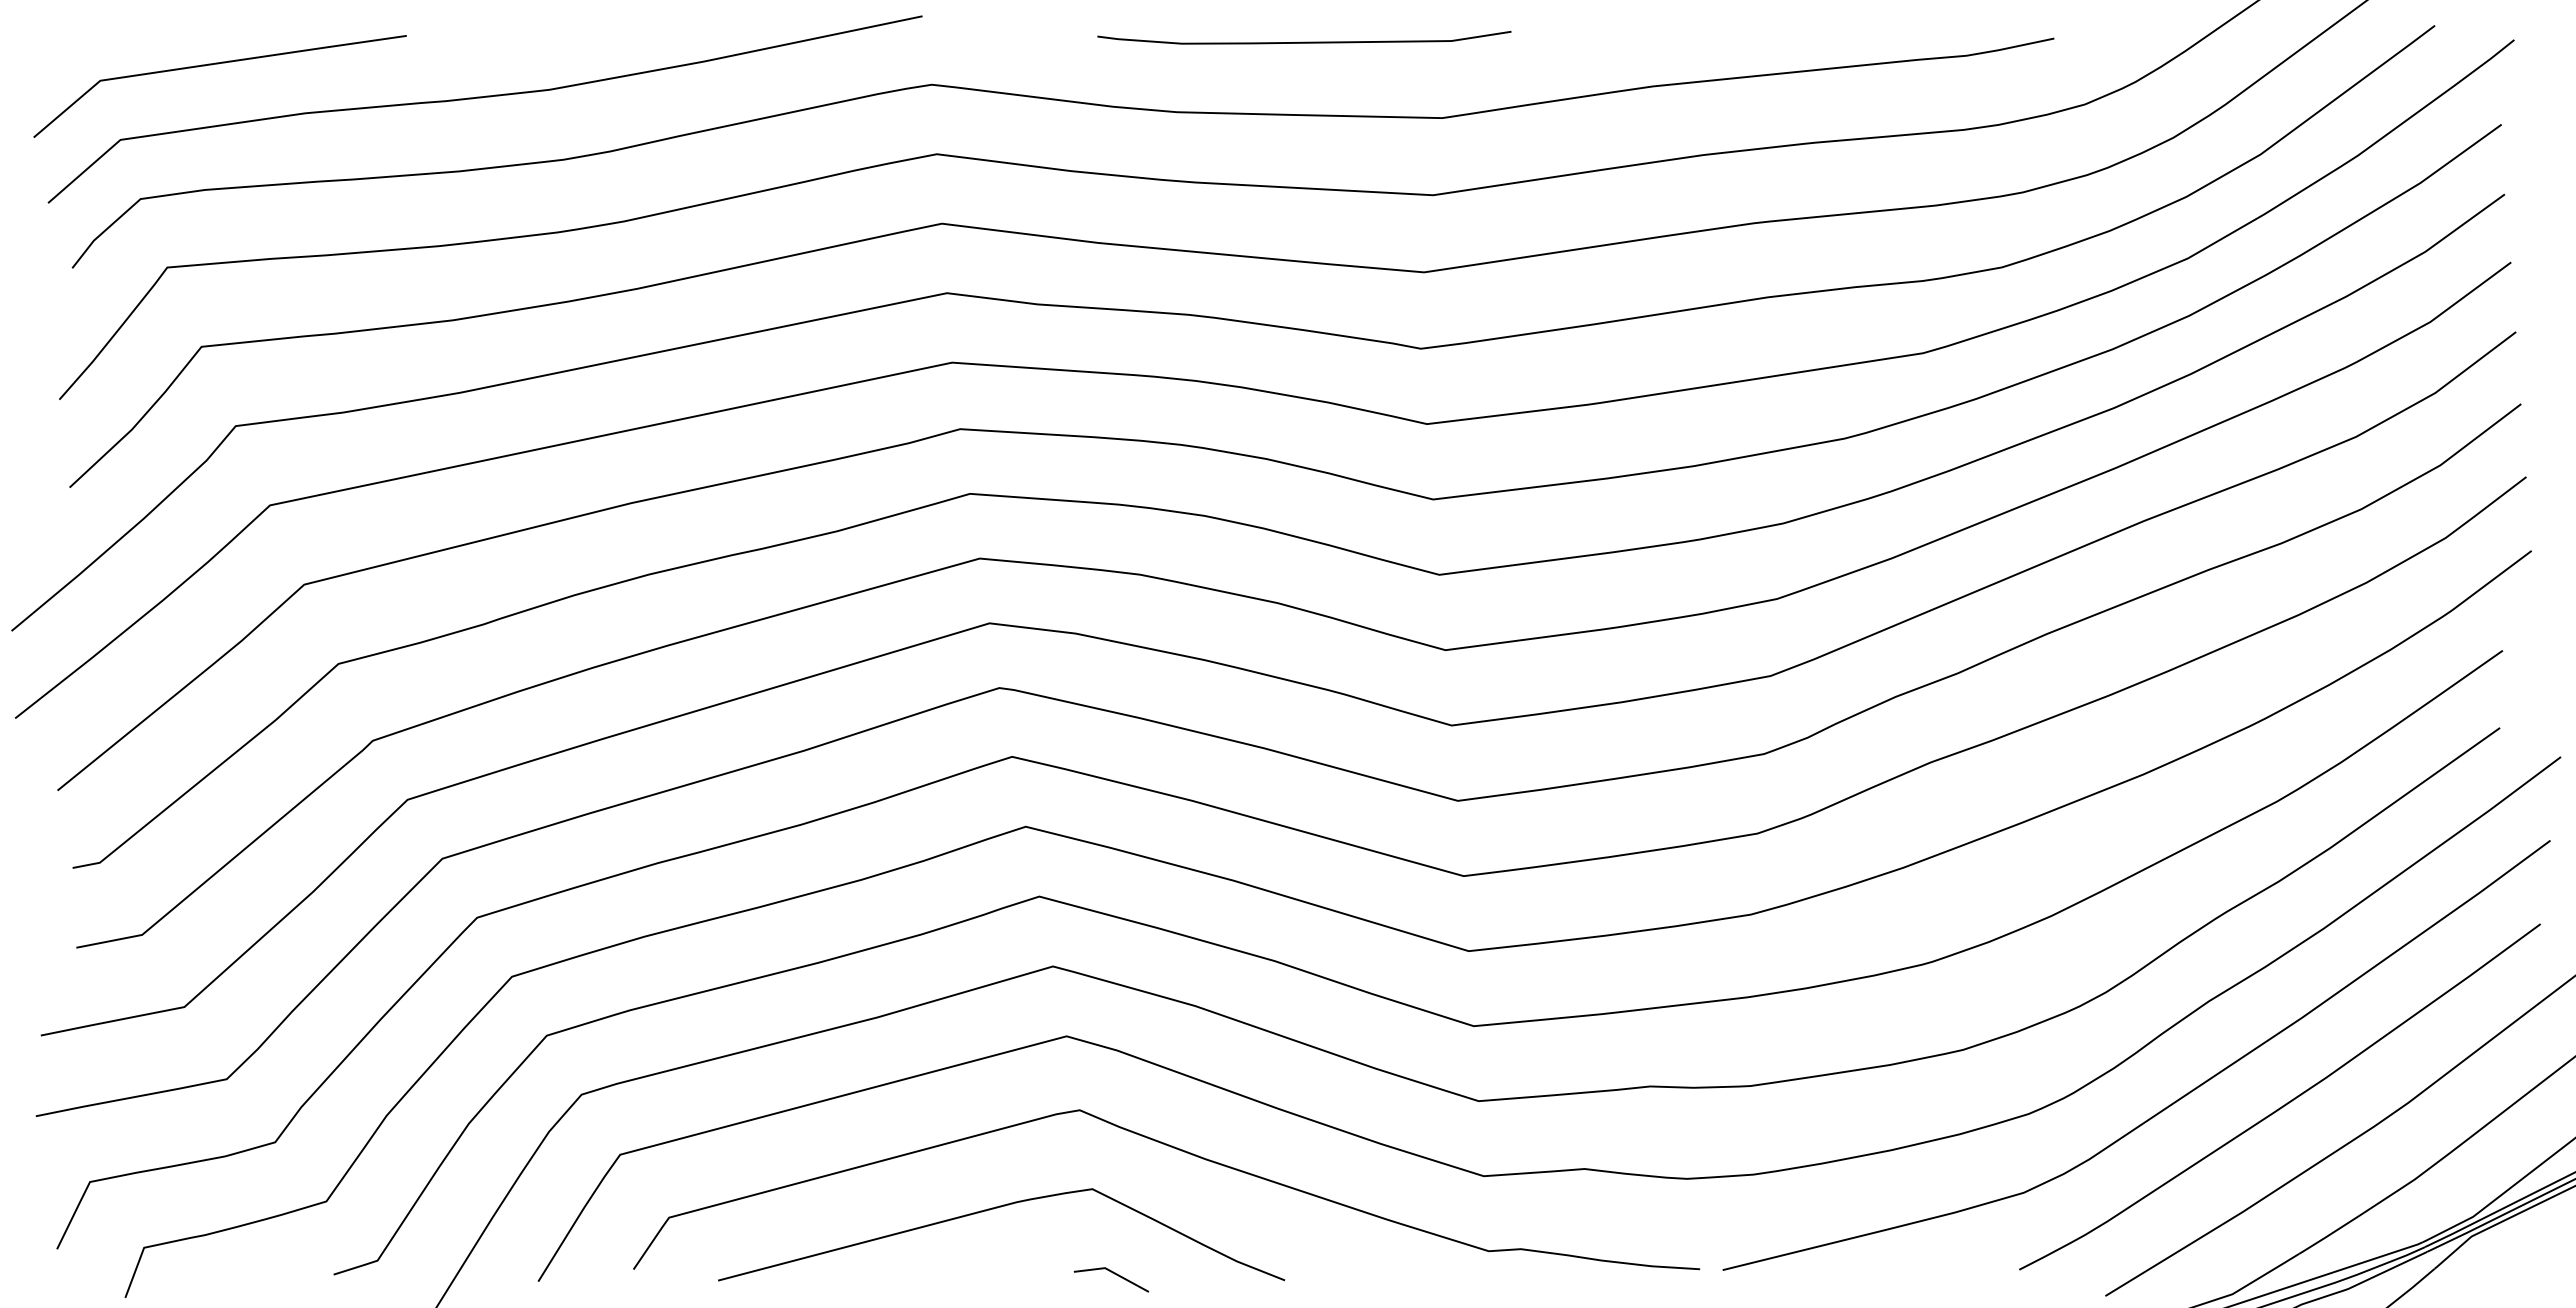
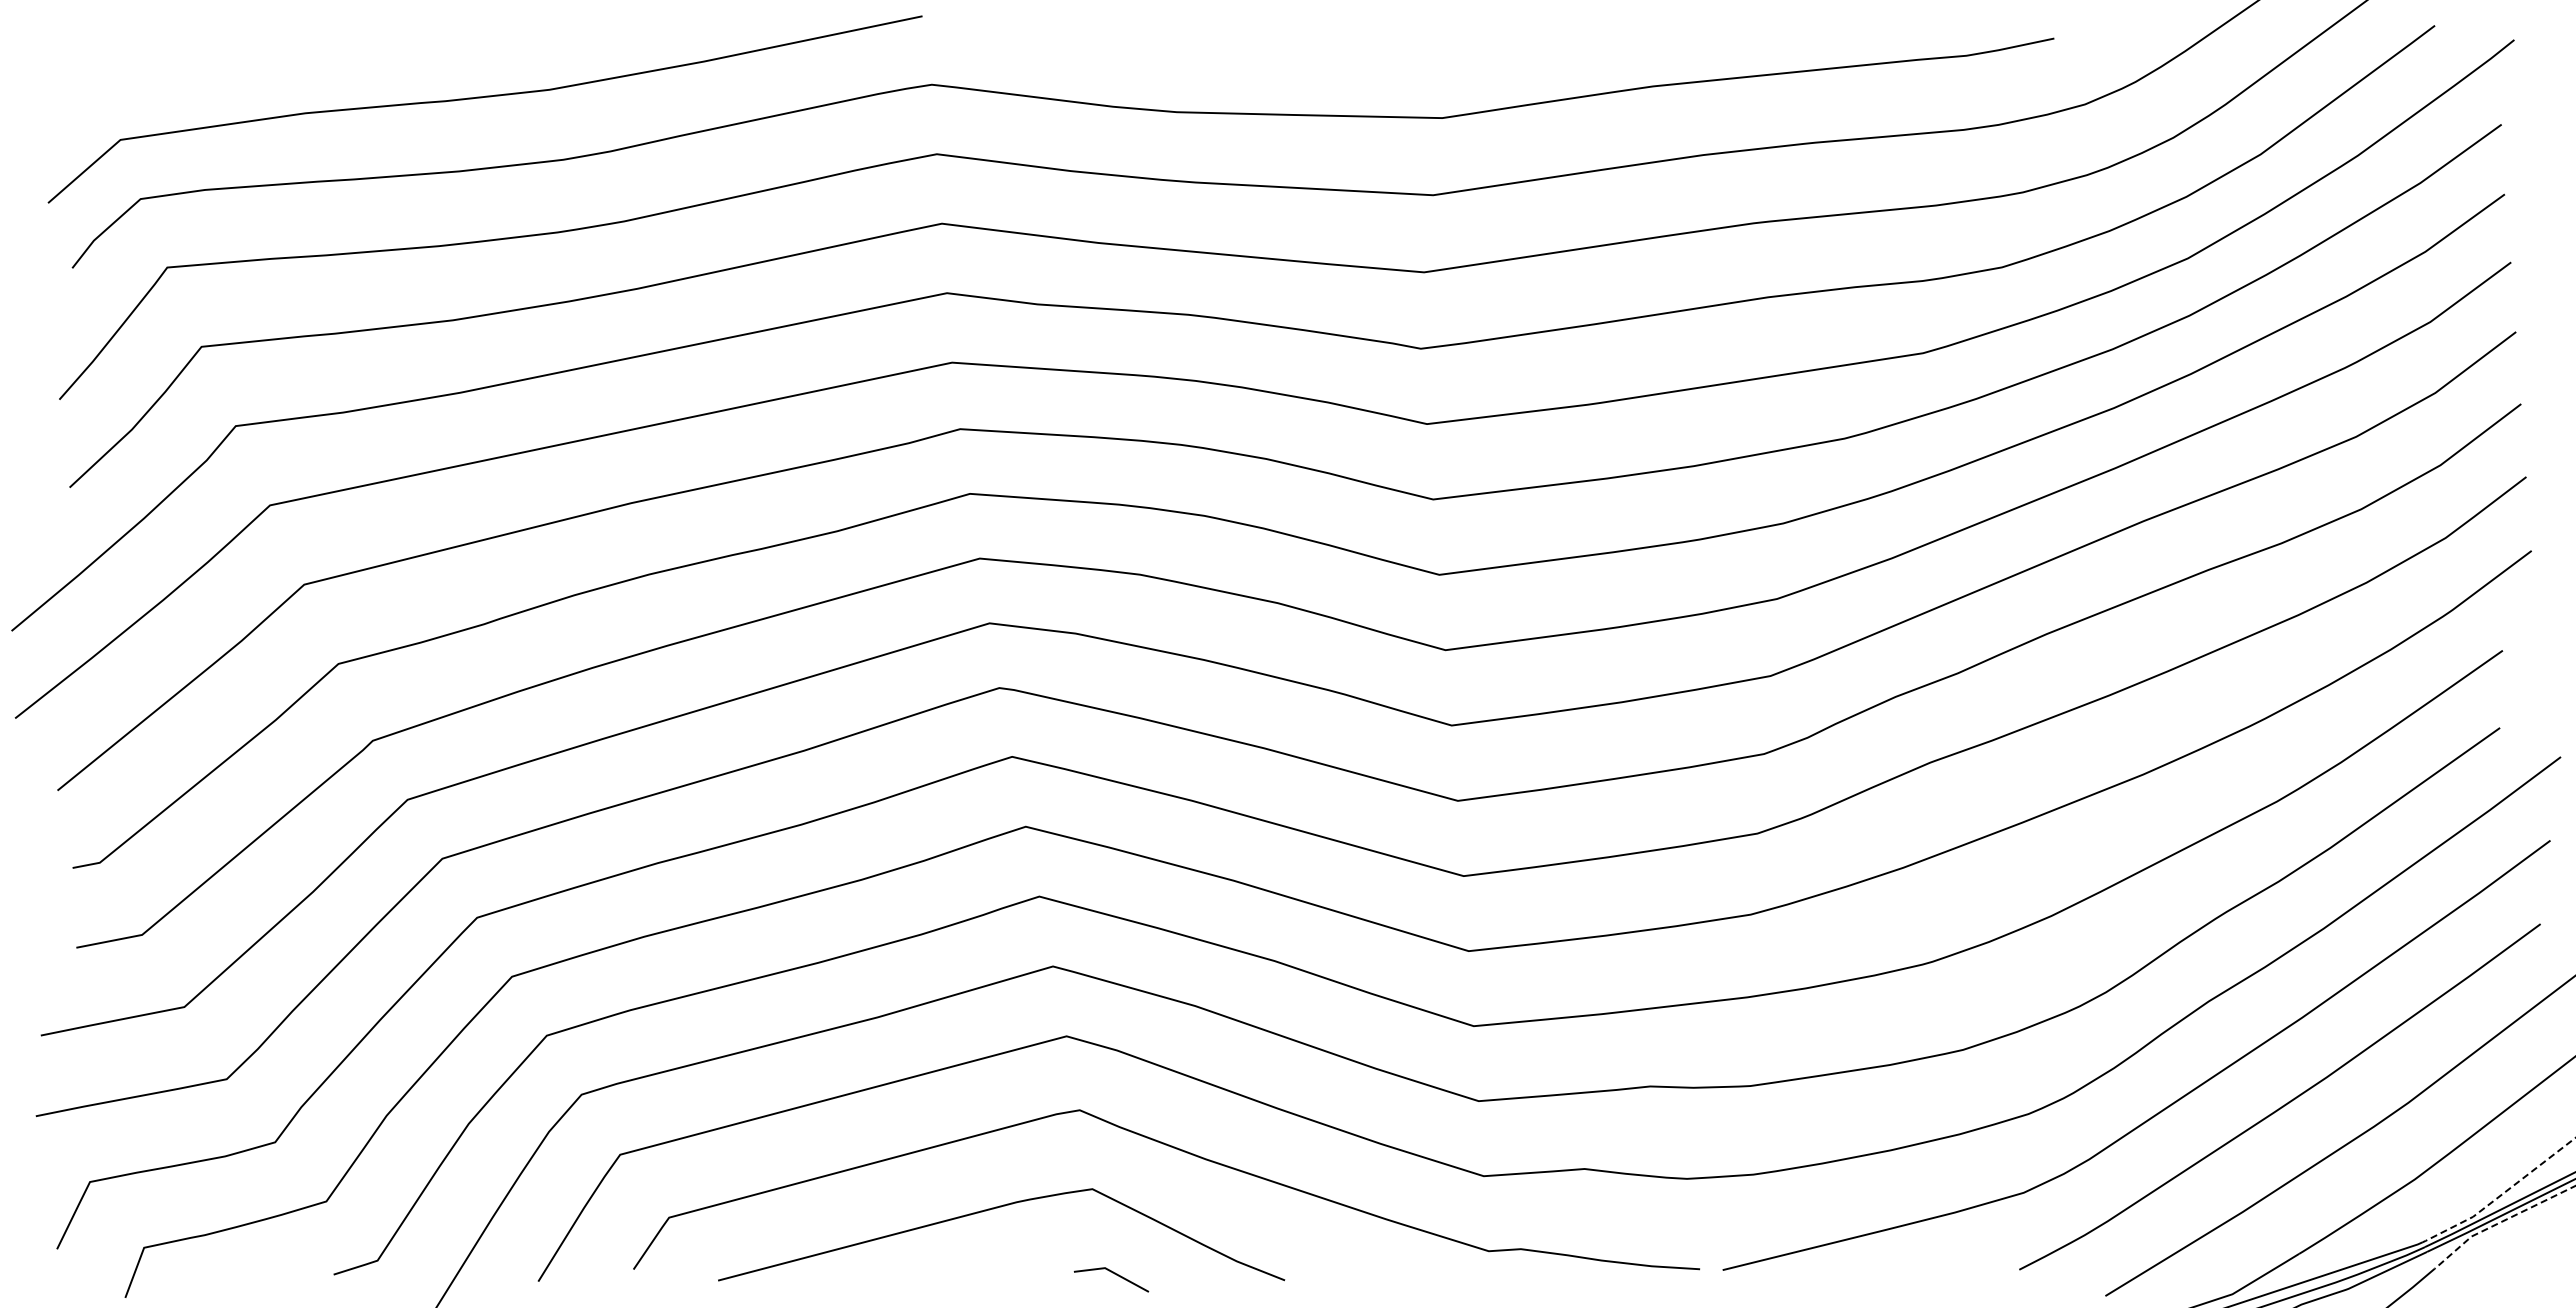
curve at (1304, 41): present -> none
line at (218, 64): present -> none
line at (2500, 1195): solid -> dashed
line at (2500, 1222): solid -> dashed
